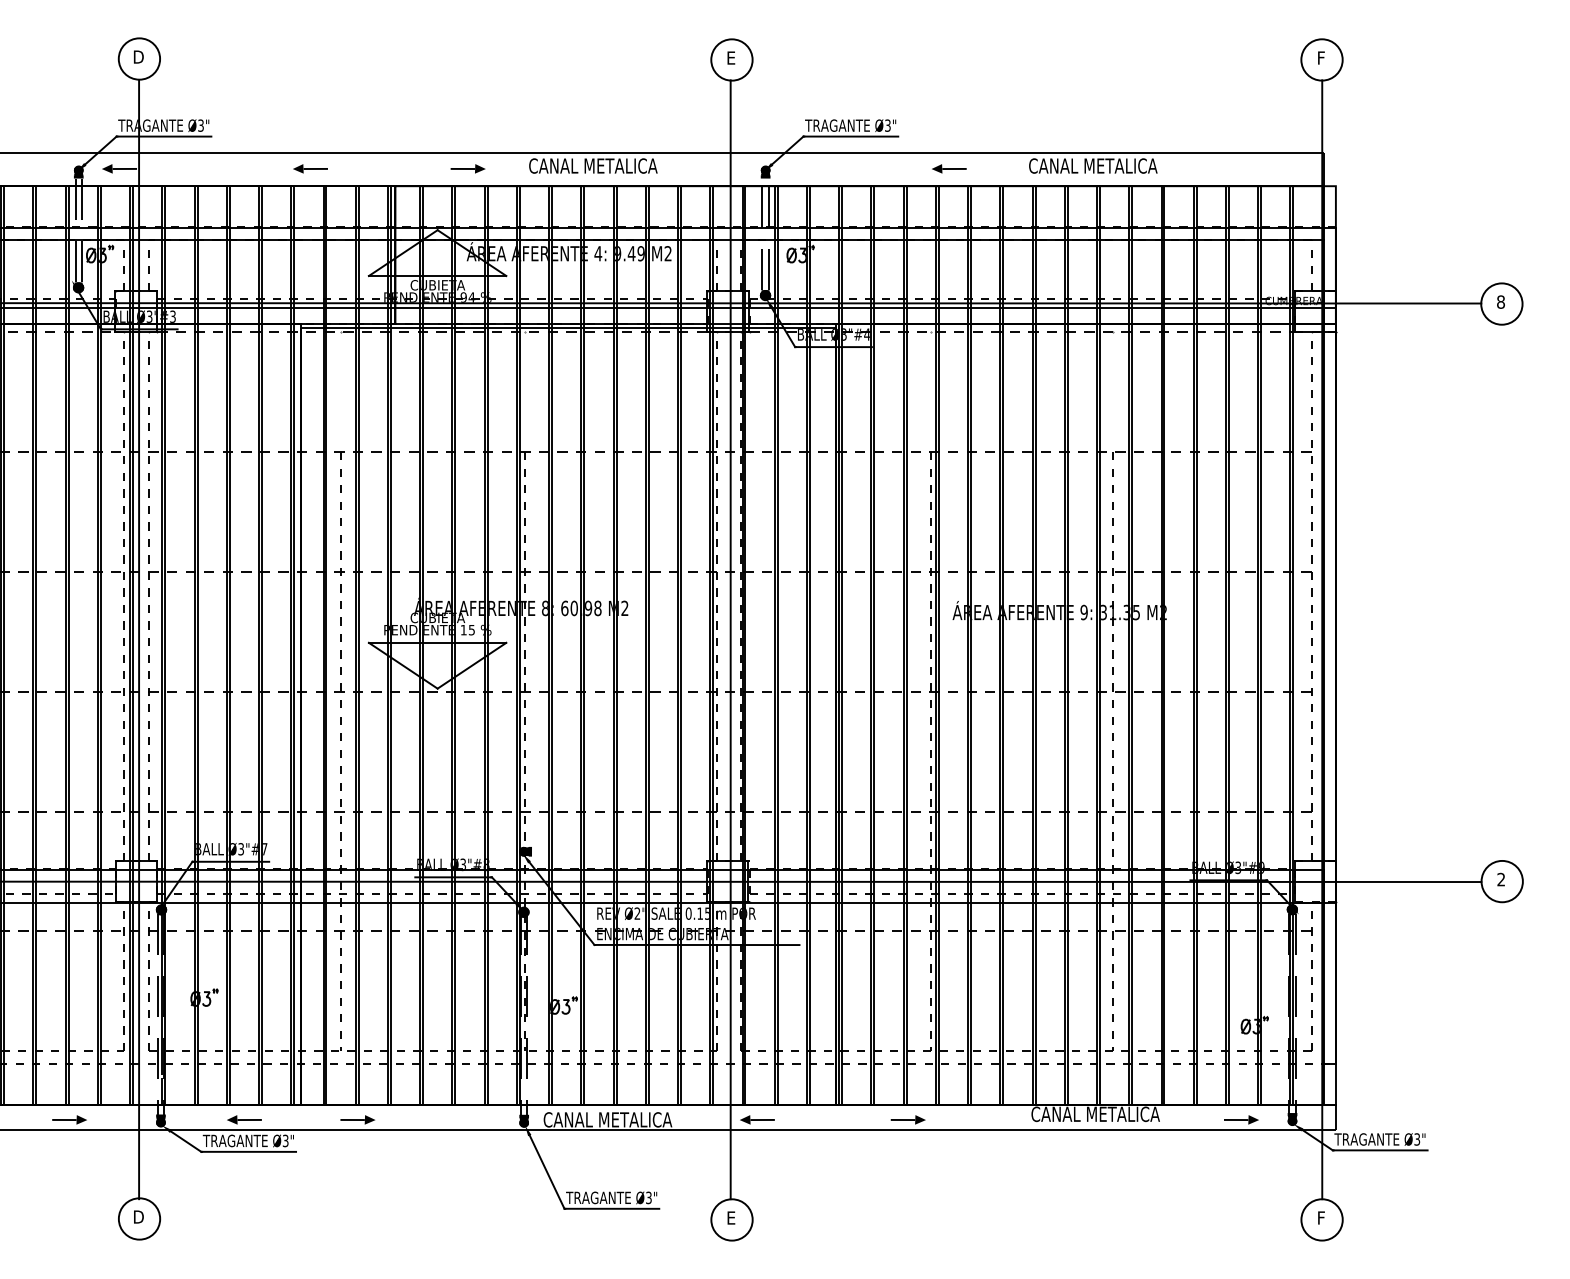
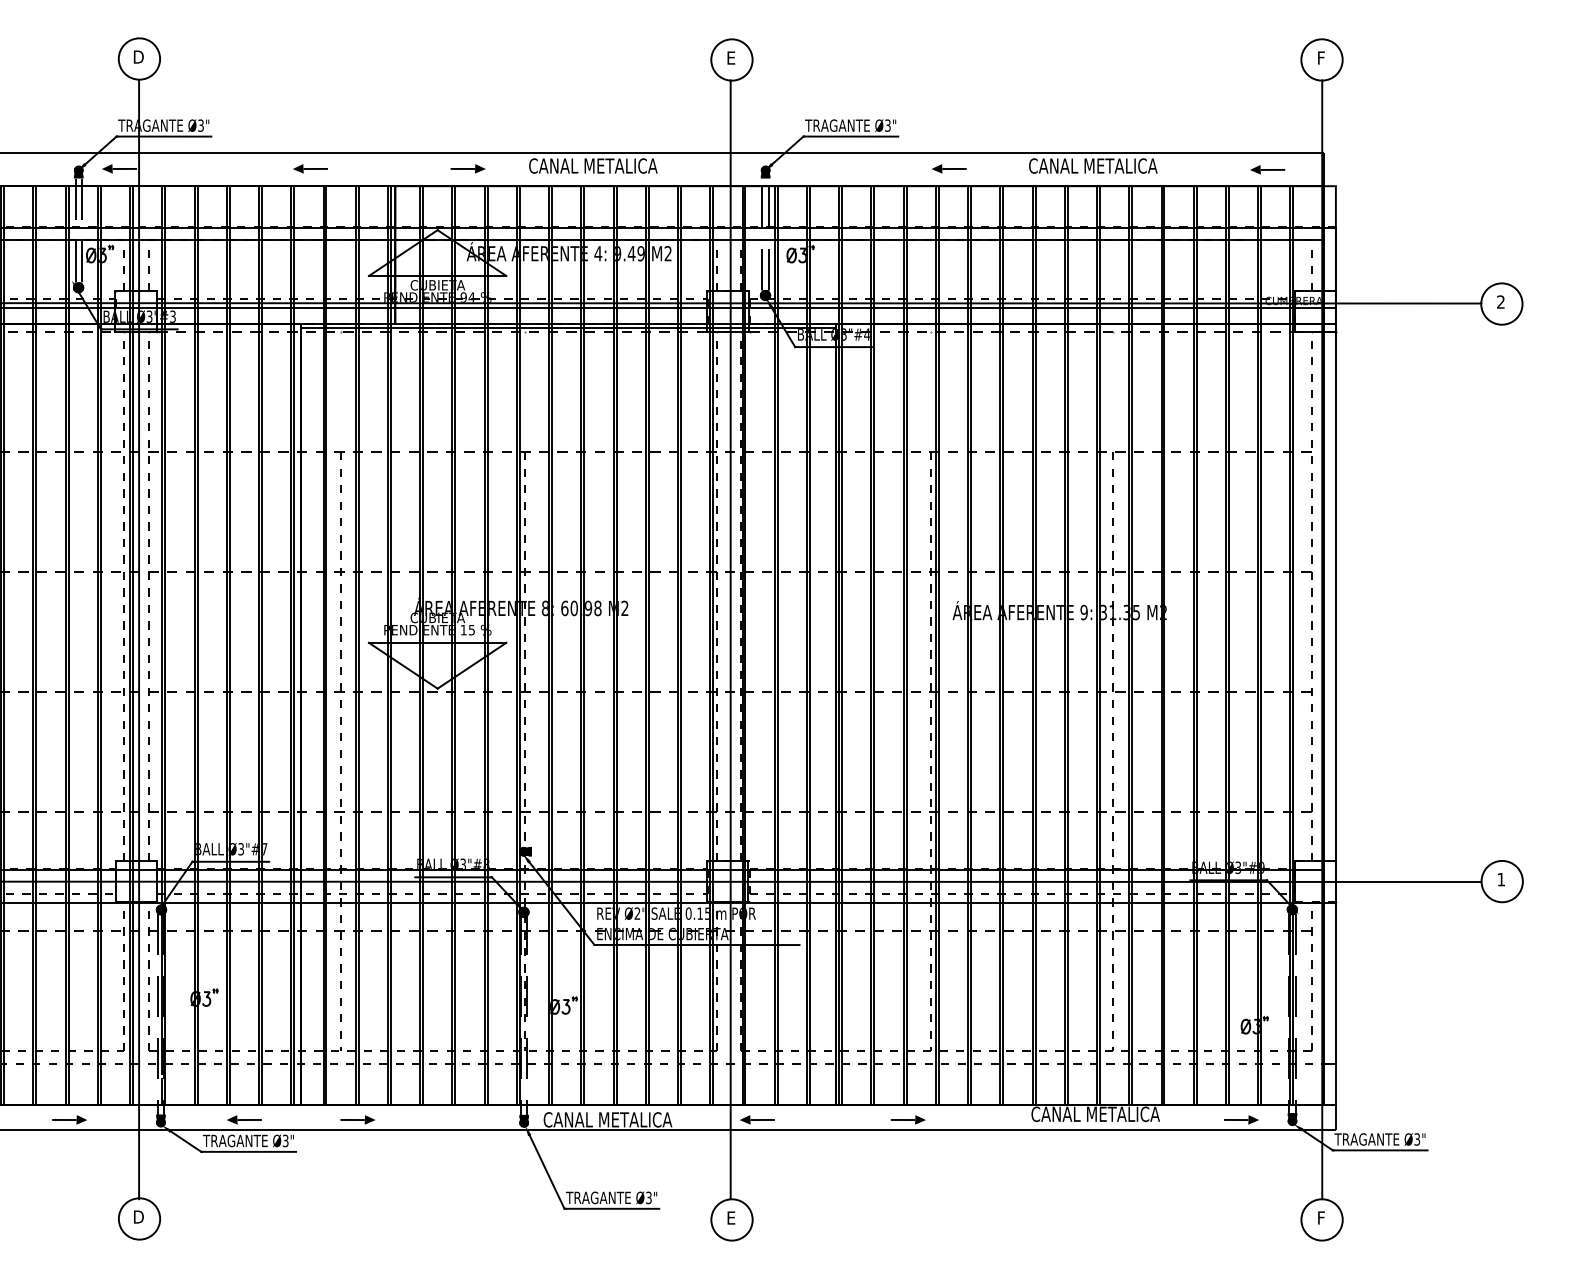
part at (1267, 169): none -> present
text at (1500, 301): 8 -> 2
text at (1500, 879): 2 -> 1
